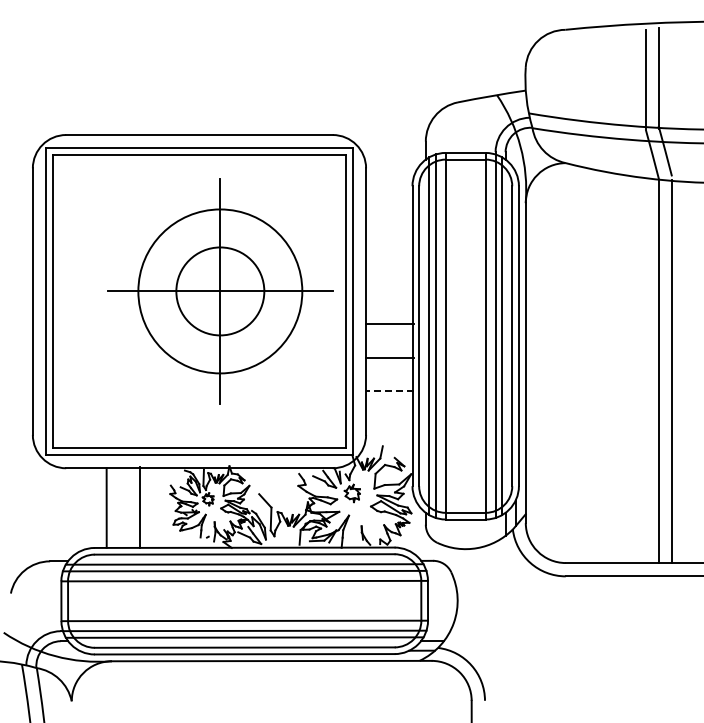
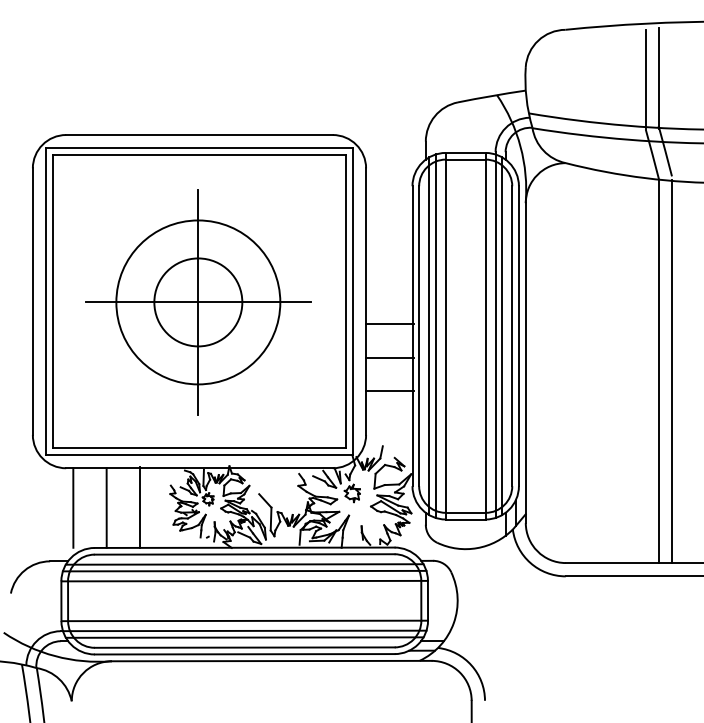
part at (220, 291) position: (220, 291) -> (198, 302)
line at (389, 390): dashed -> solid
line at (73, 507): none -> present
